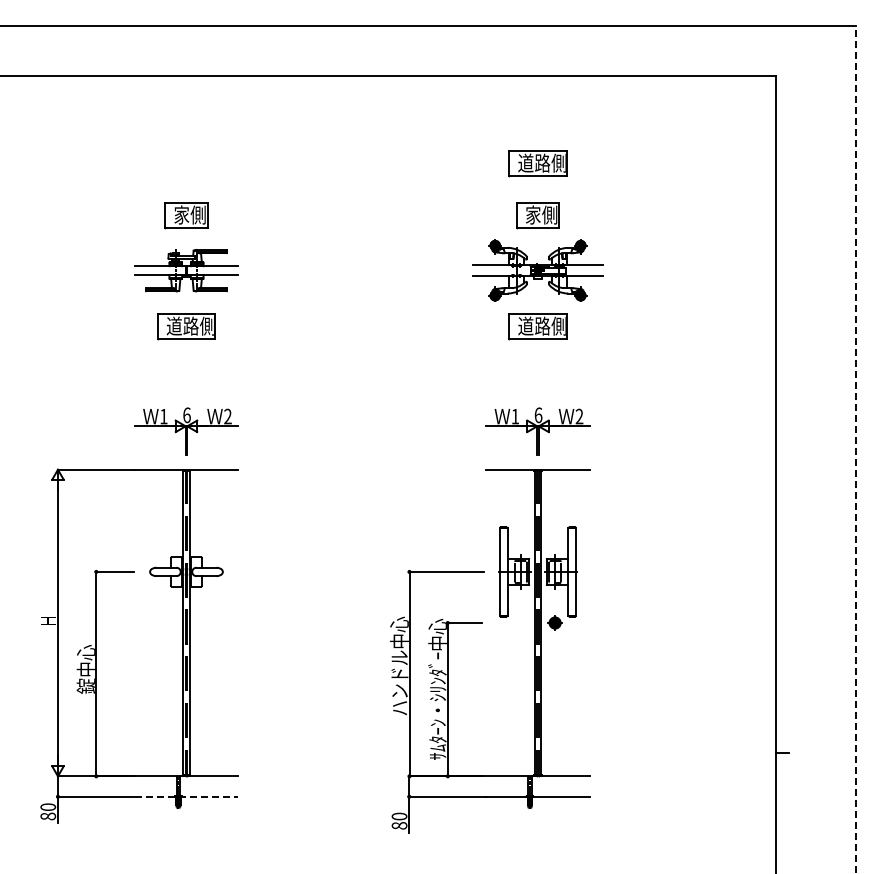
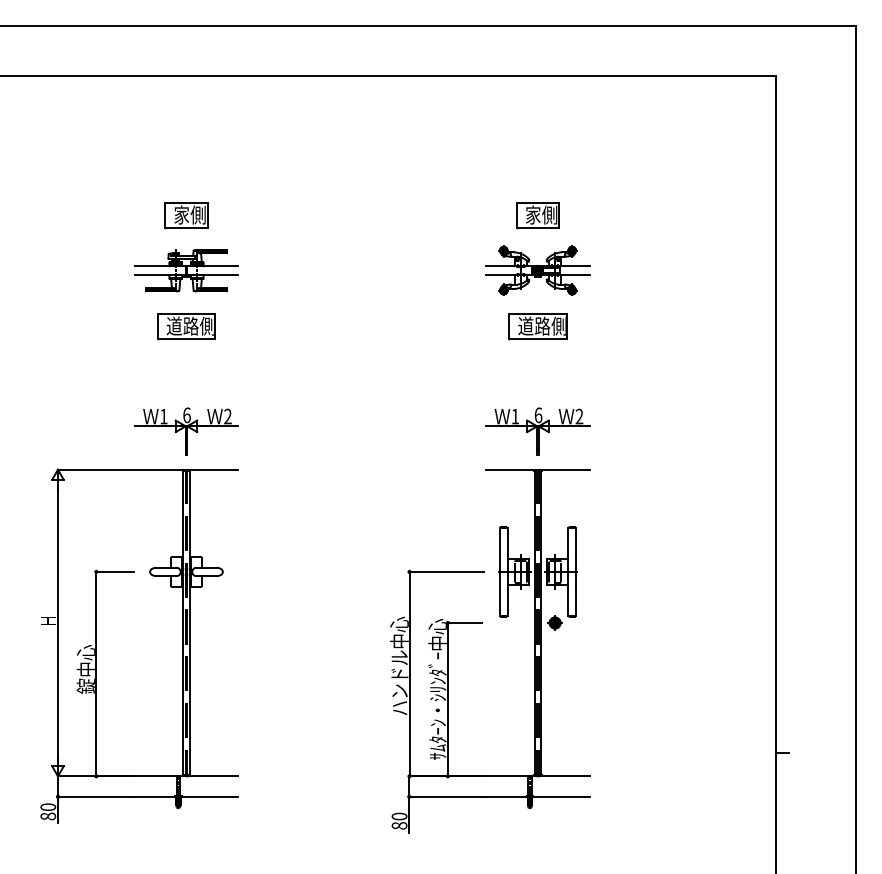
part at (537, 163): present -> none
part at (537, 270) size: 132x63 px -> 106x51 px
line at (855, 450): dashed -> solid
line at (186, 796): dashed -> solid
